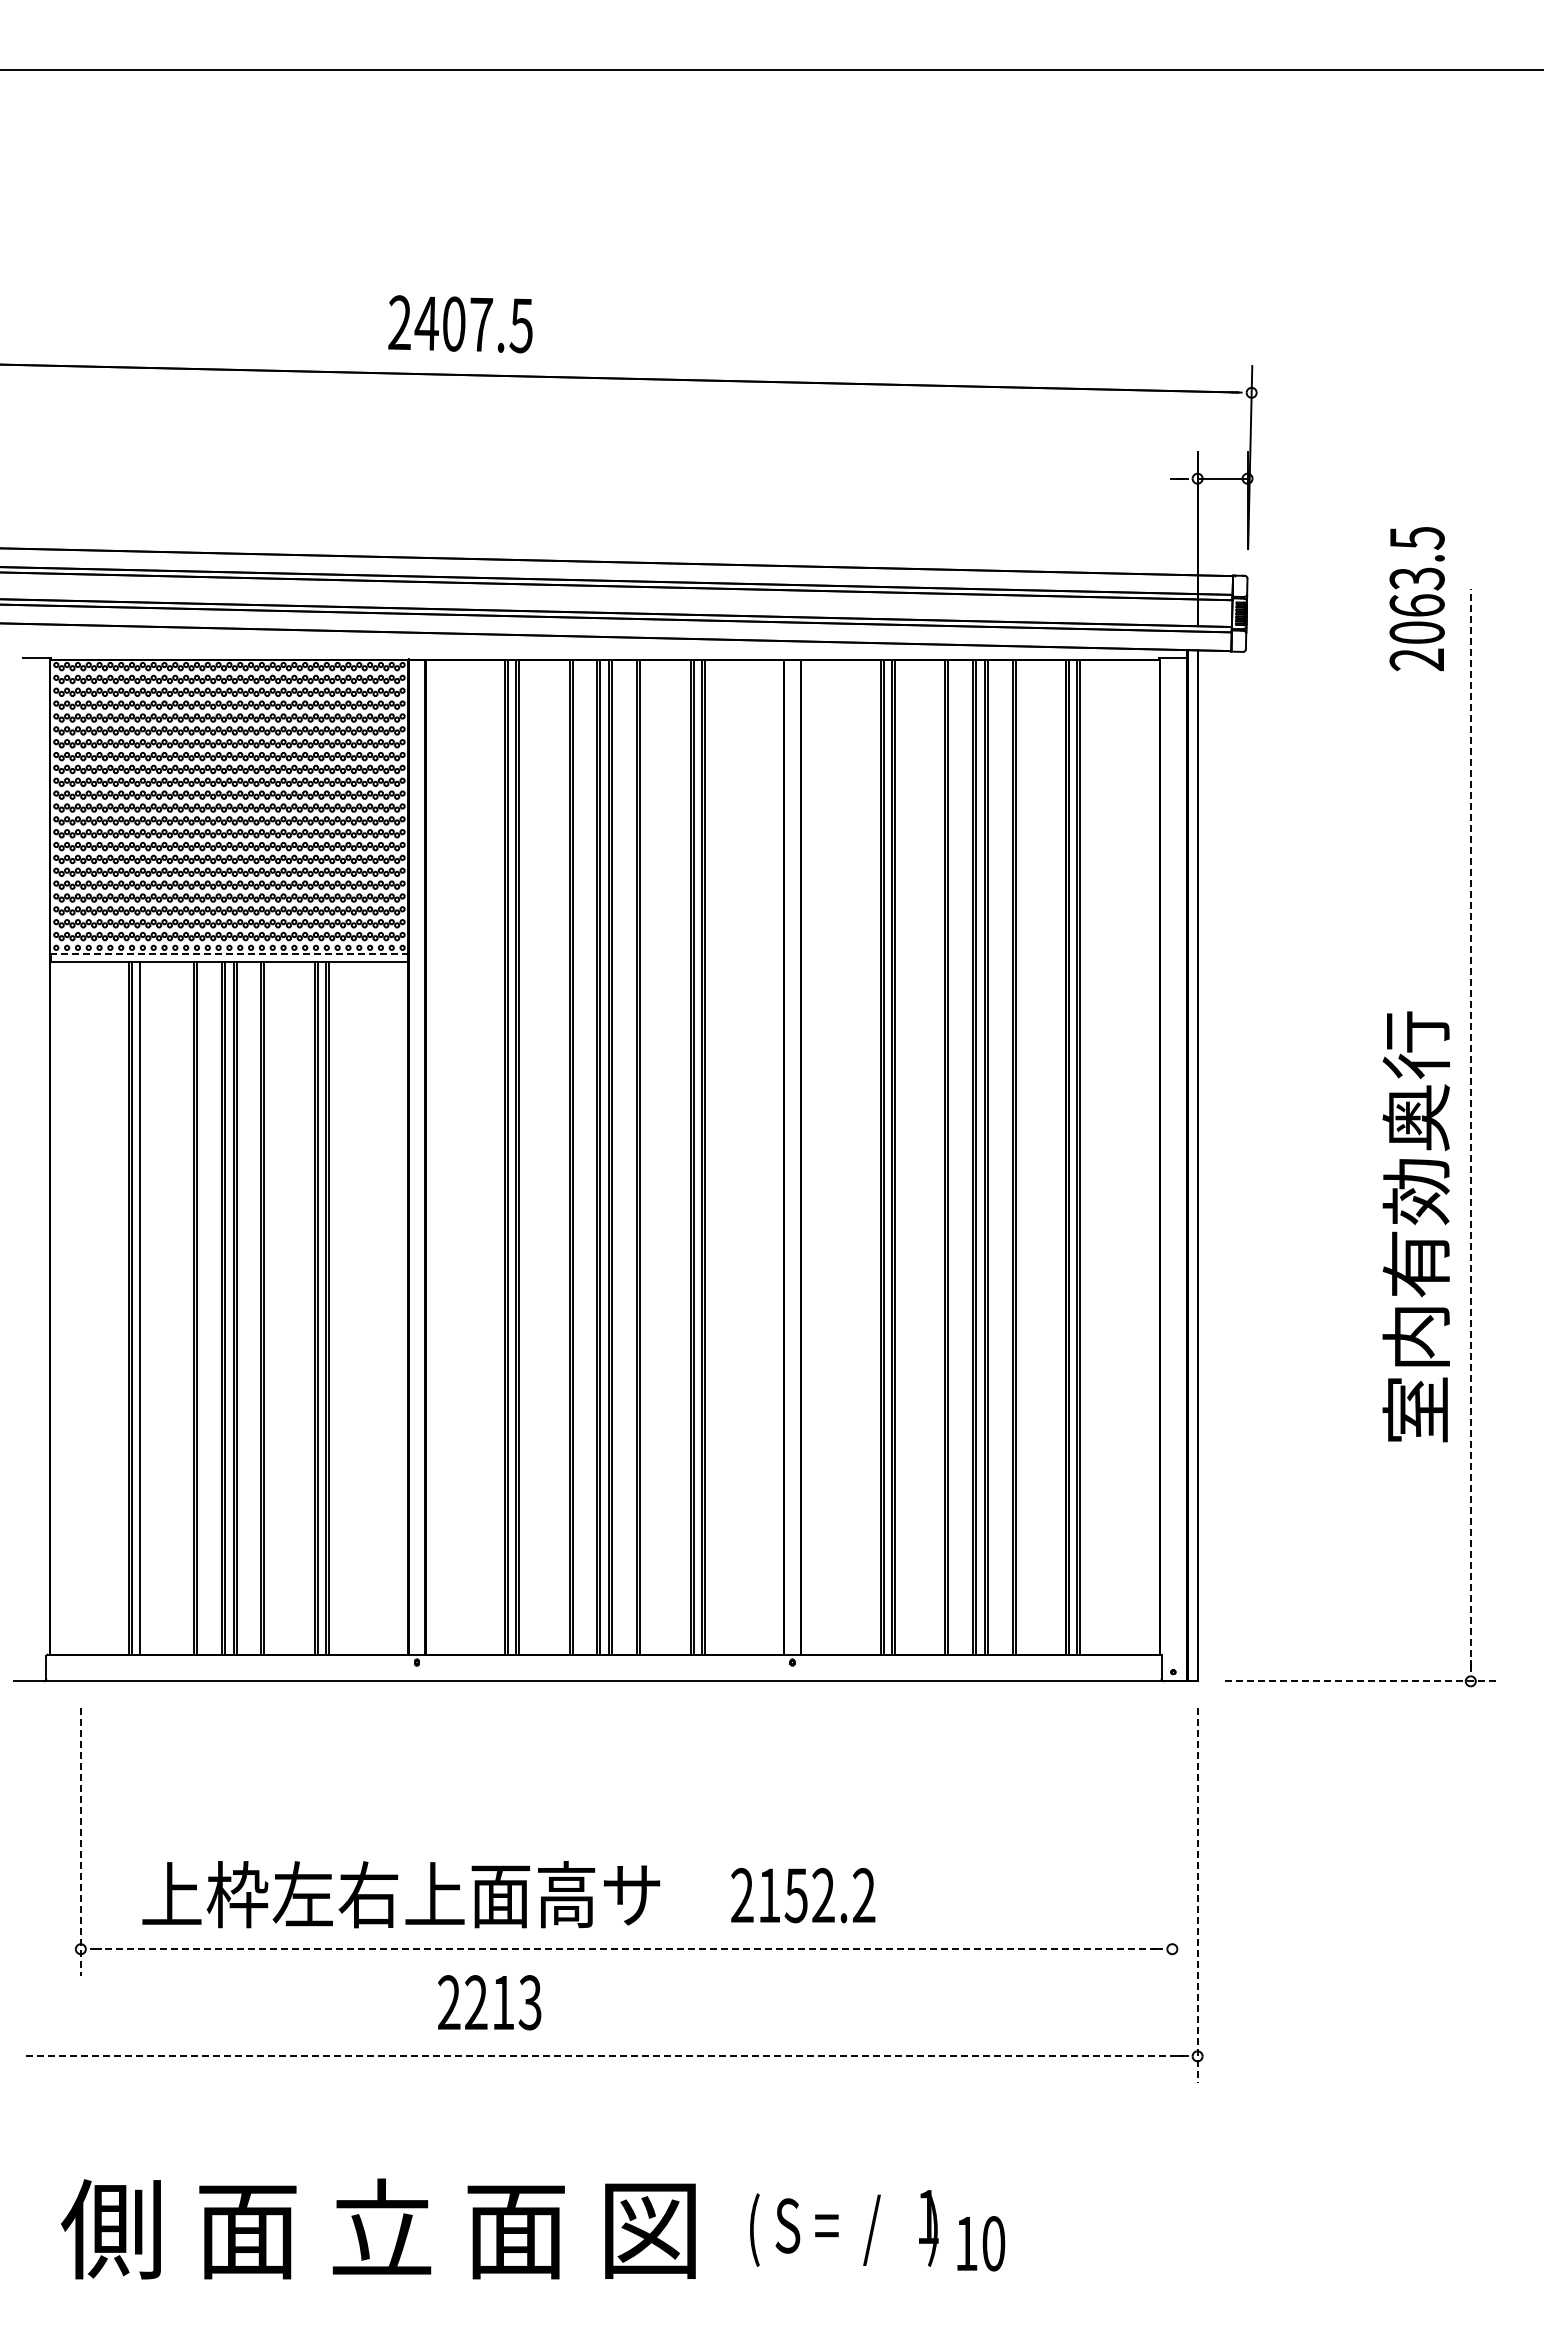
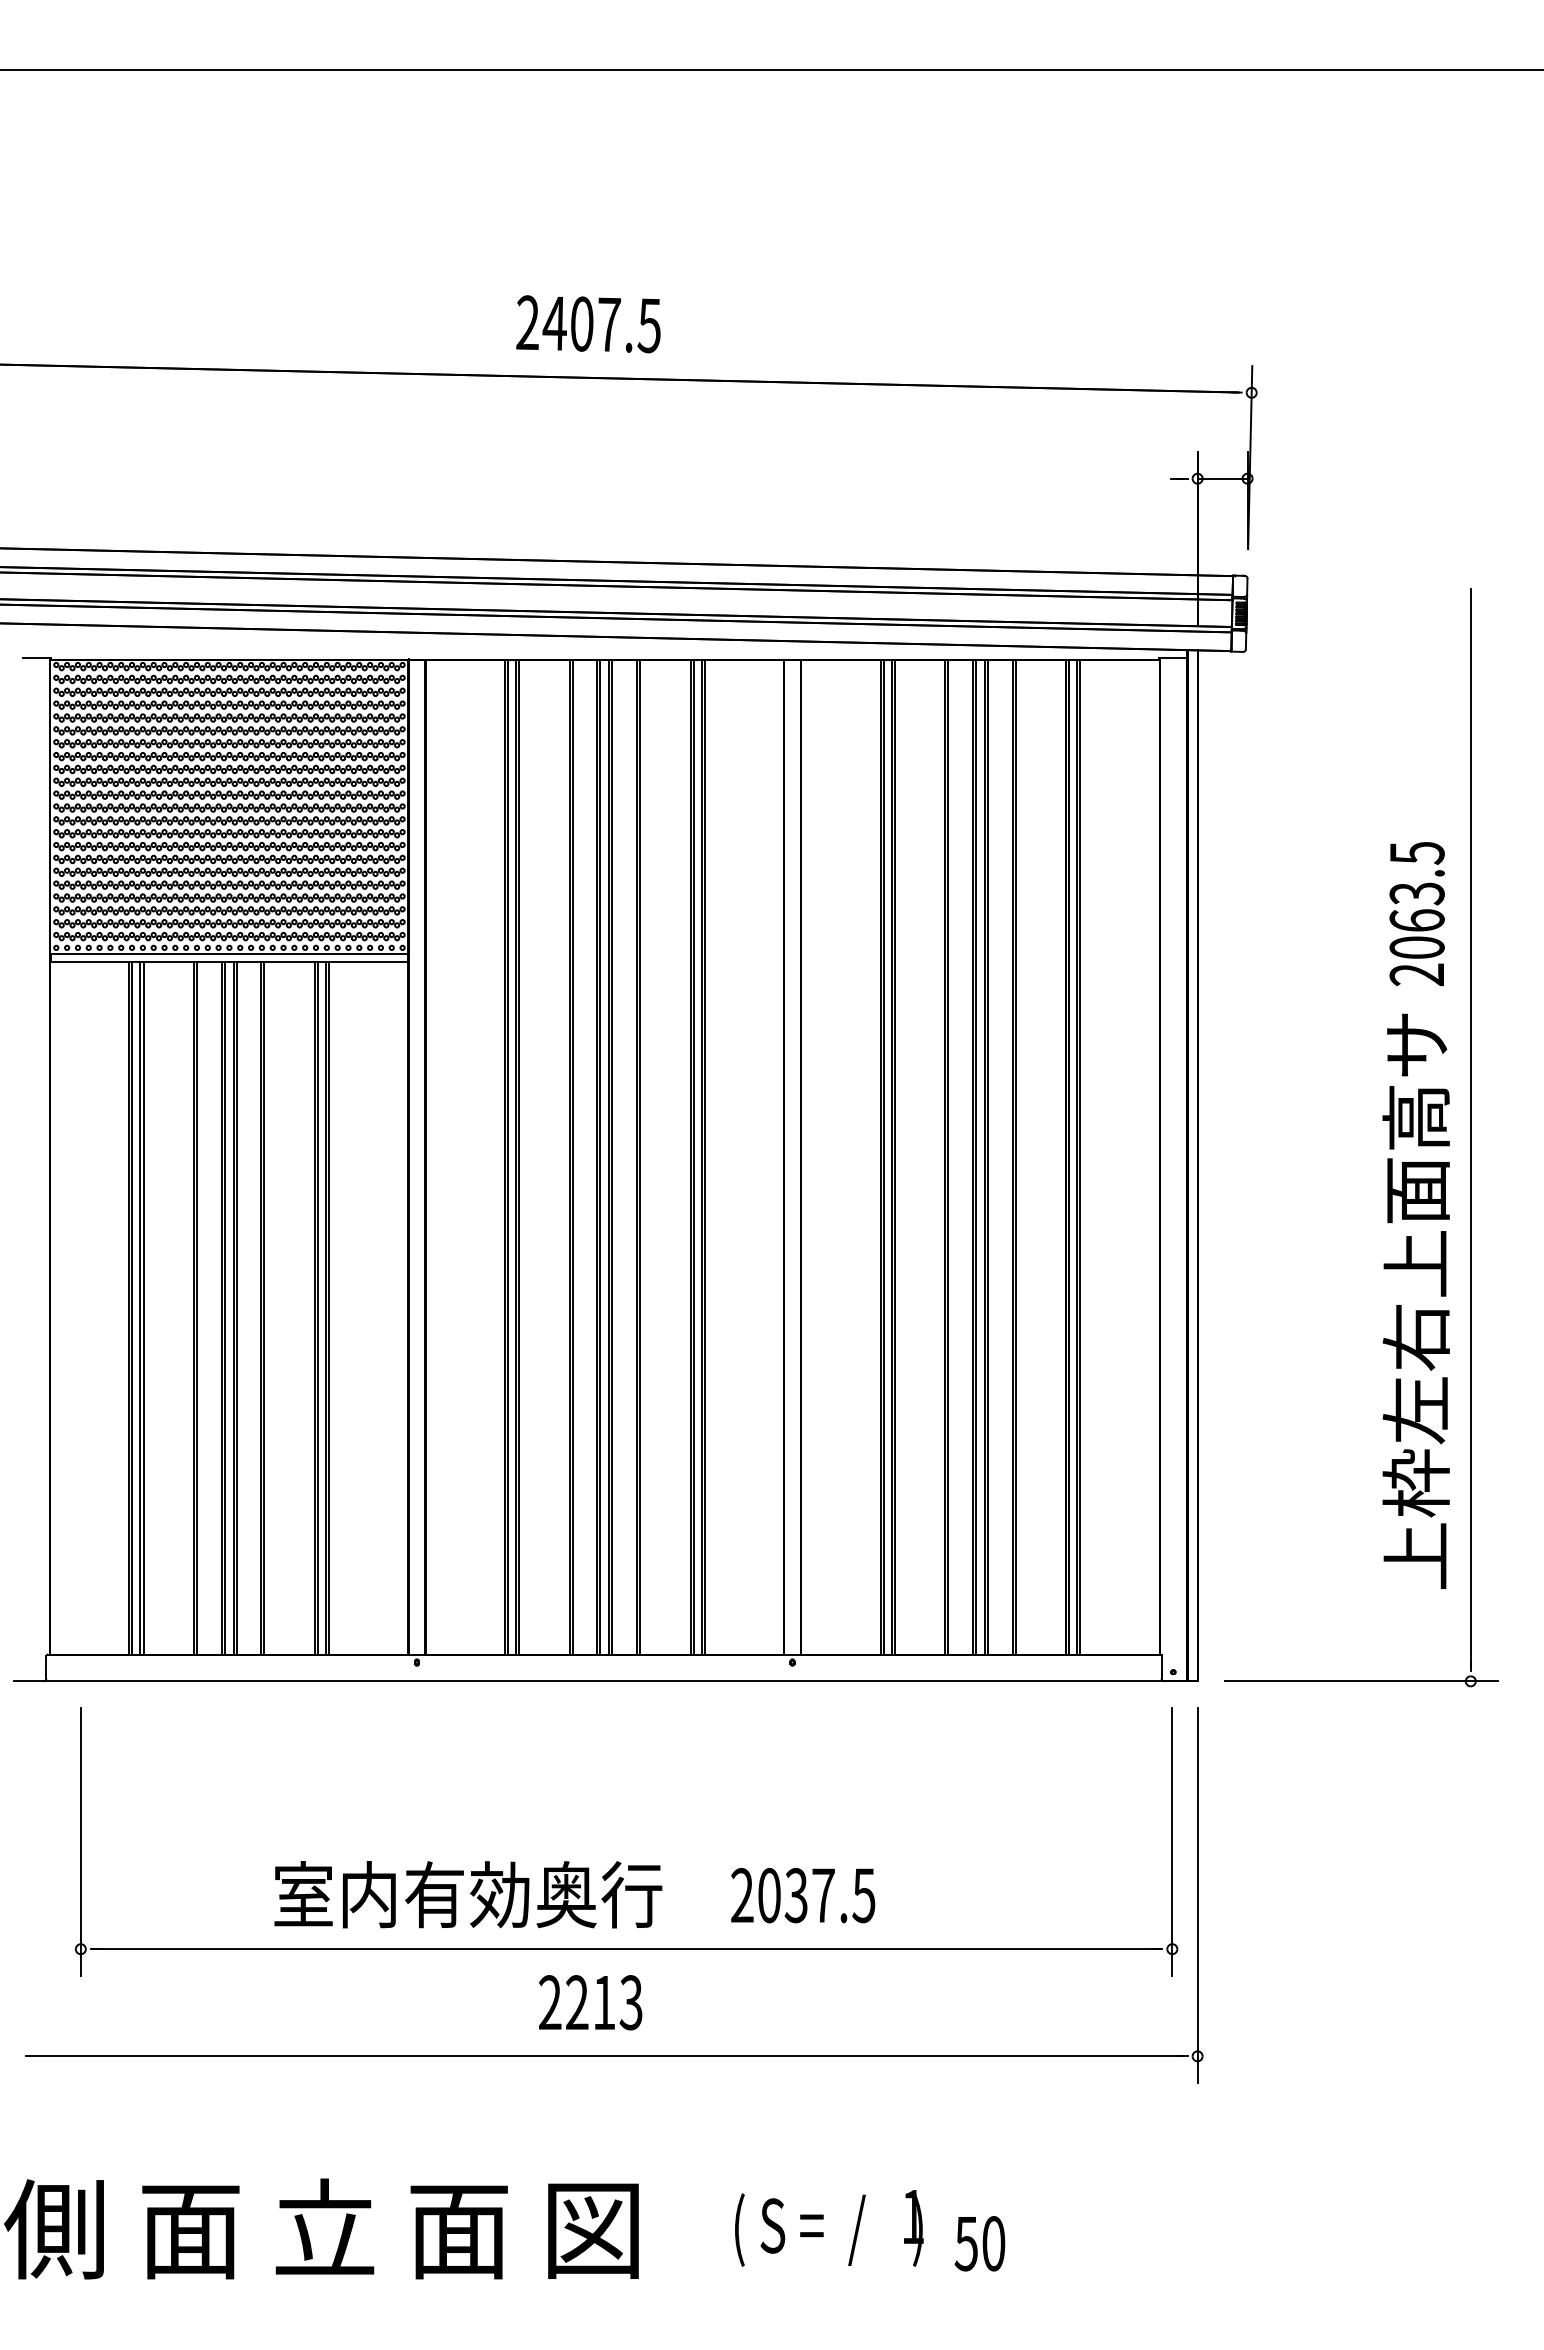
text at (460, 324) position: (460, 324) -> (588, 324)
text at (1416, 599) position: (1416, 599) -> (1416, 914)
line at (229, 954): dashed -> solid
line at (1470, 1128): dashed -> solid
text at (1415, 1299): 室内有効奥行 -> 上枠左右上面高サ
line at (143, 1308): none -> present
line at (1361, 1681): dashed -> solid
line at (1172, 1841): none -> present
line at (80, 1842): dashed -> solid
text at (402, 1894): 上枠左右上面高サ -> 室内有効奥行
text at (816, 1895): 2152.2 -> 2037.5
line at (1197, 1896): dashed -> solid
line at (627, 1949): dashed -> solid
text at (489, 2002) position: (489, 2002) -> (590, 2002)
line at (605, 2056): dashed -> solid
text at (378, 2228) position: (378, 2228) -> (321, 2228)
text at (844, 2228) position: (844, 2228) -> (829, 2228)
text at (965, 2244): 10 -> 50
